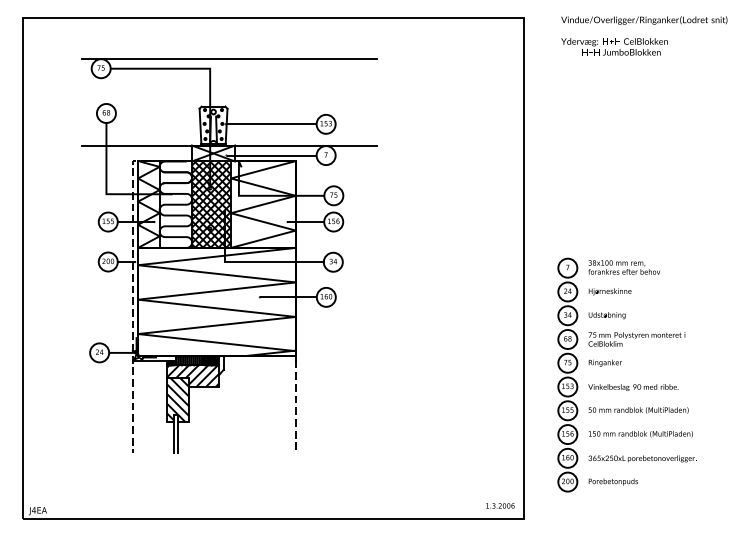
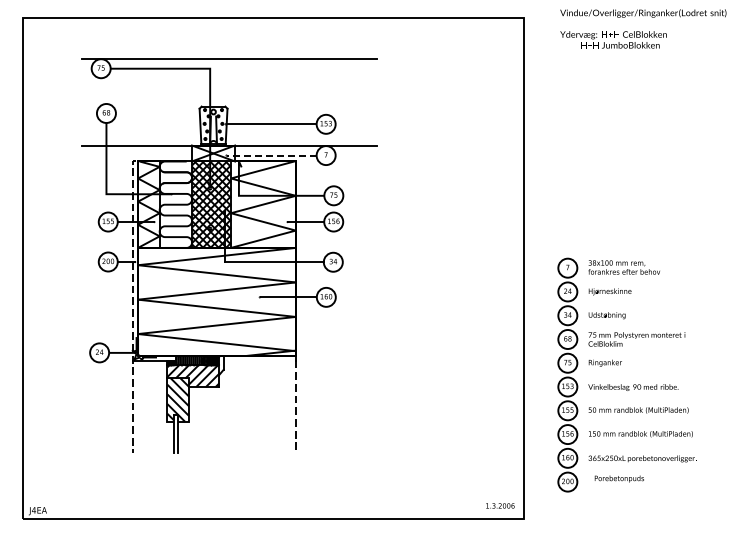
text at (644, 35) position: (644, 35) -> (643, 28)
line at (271, 155): solid -> dashed
text at (612, 481) position: (612, 481) -> (618, 478)
